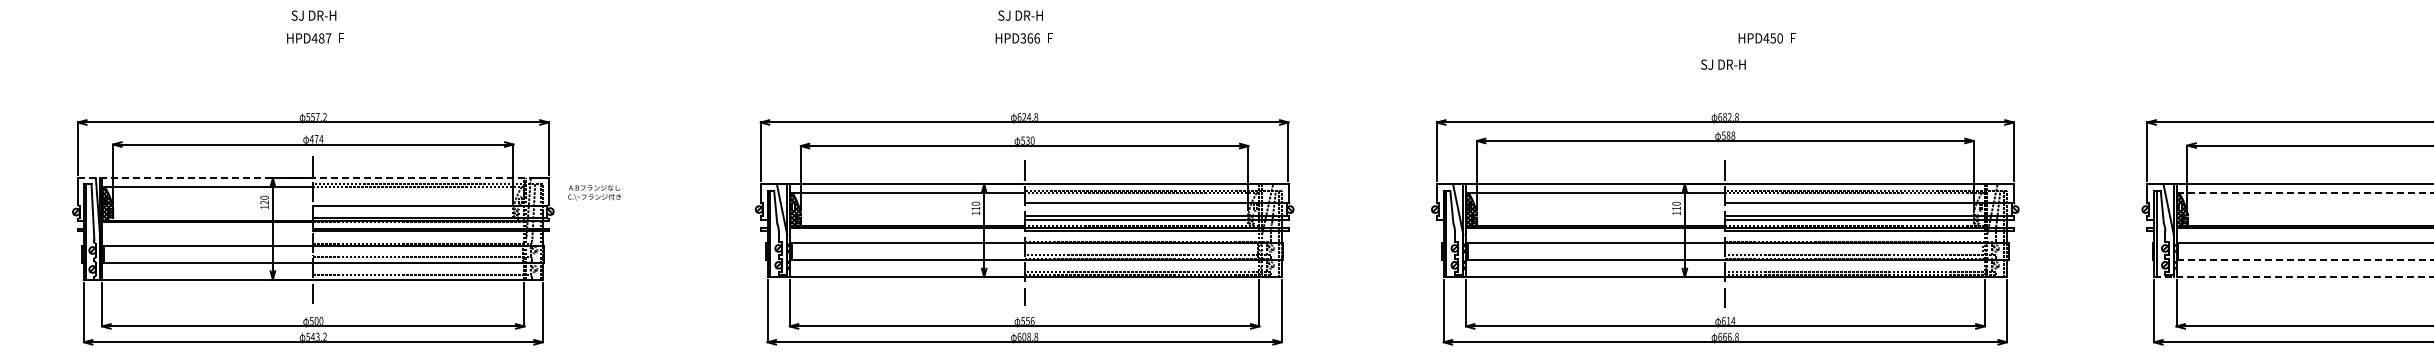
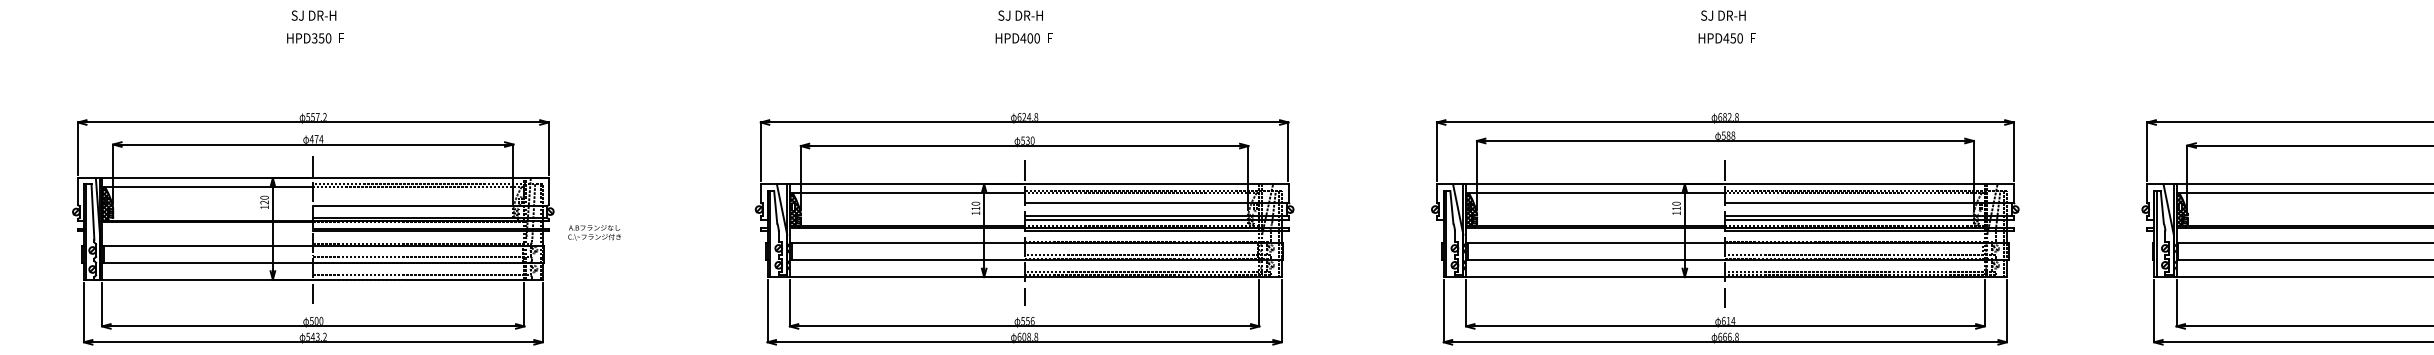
text at (321, 38): HPD487 -> HPD350
text at (1030, 38): HPD366 -> HPD400
text at (1766, 38) position: (1766, 38) -> (1726, 38)
text at (1723, 64) position: (1723, 64) -> (1723, 15)
line at (313, 178): dashed -> solid
text at (594, 192) position: (594, 192) -> (594, 232)
line at (2305, 192): dashed -> solid
line at (2305, 260): dashed -> solid
line at (2294, 277): dashed -> solid
